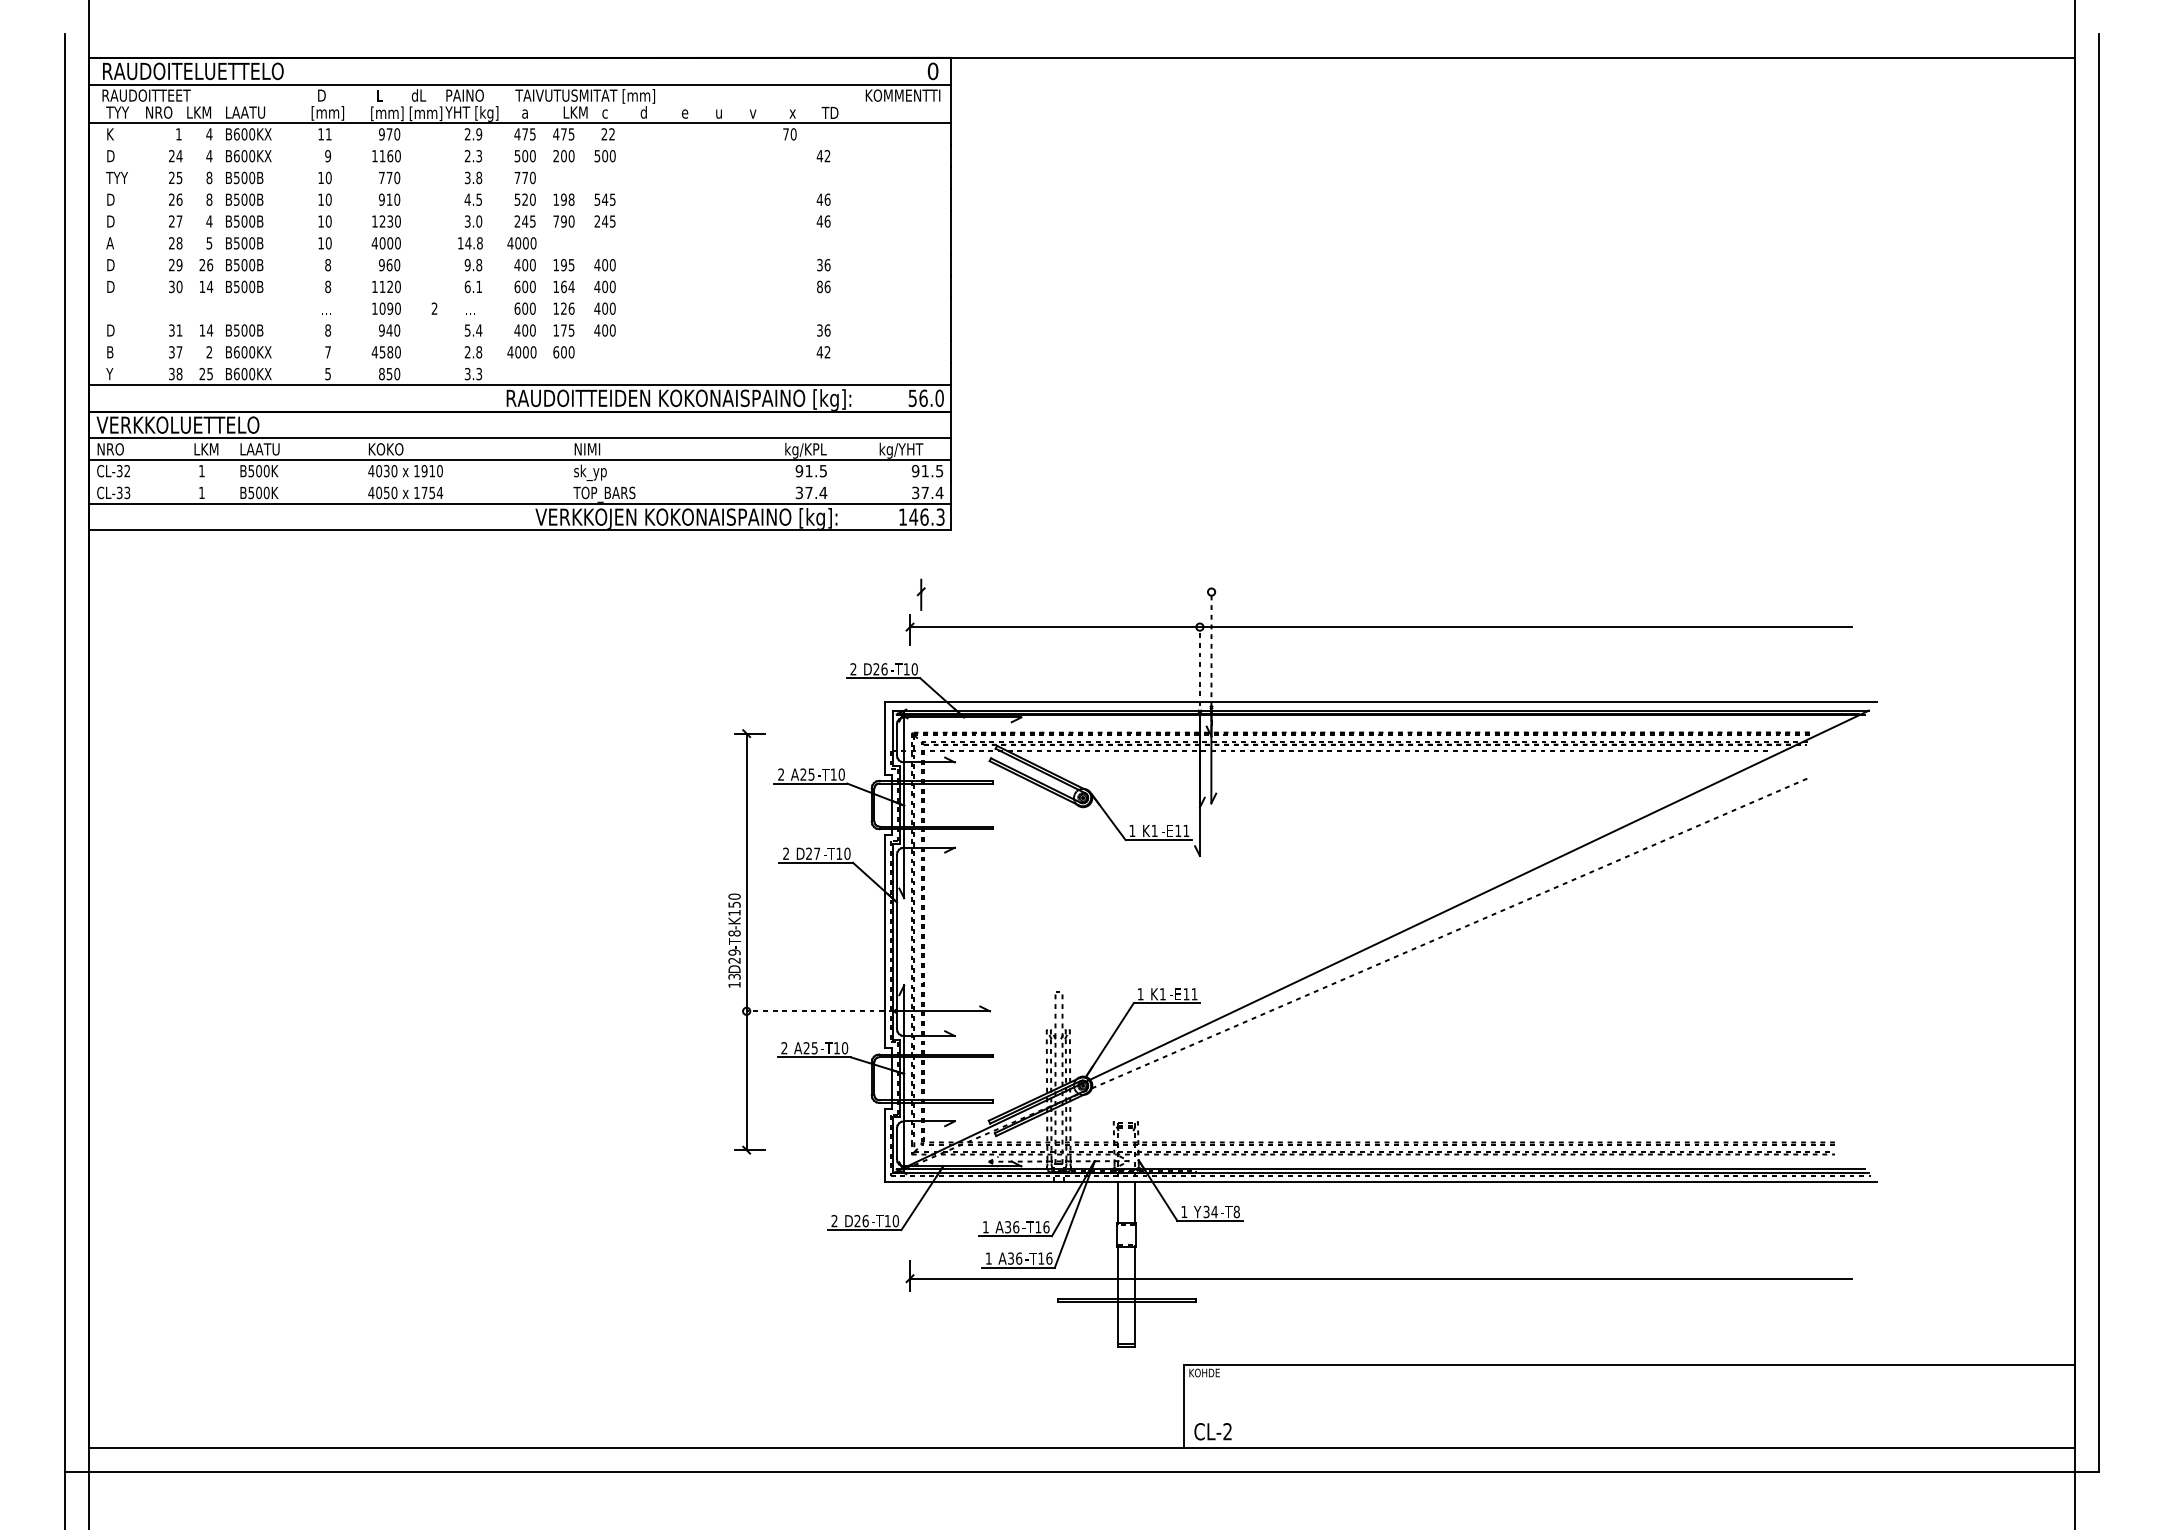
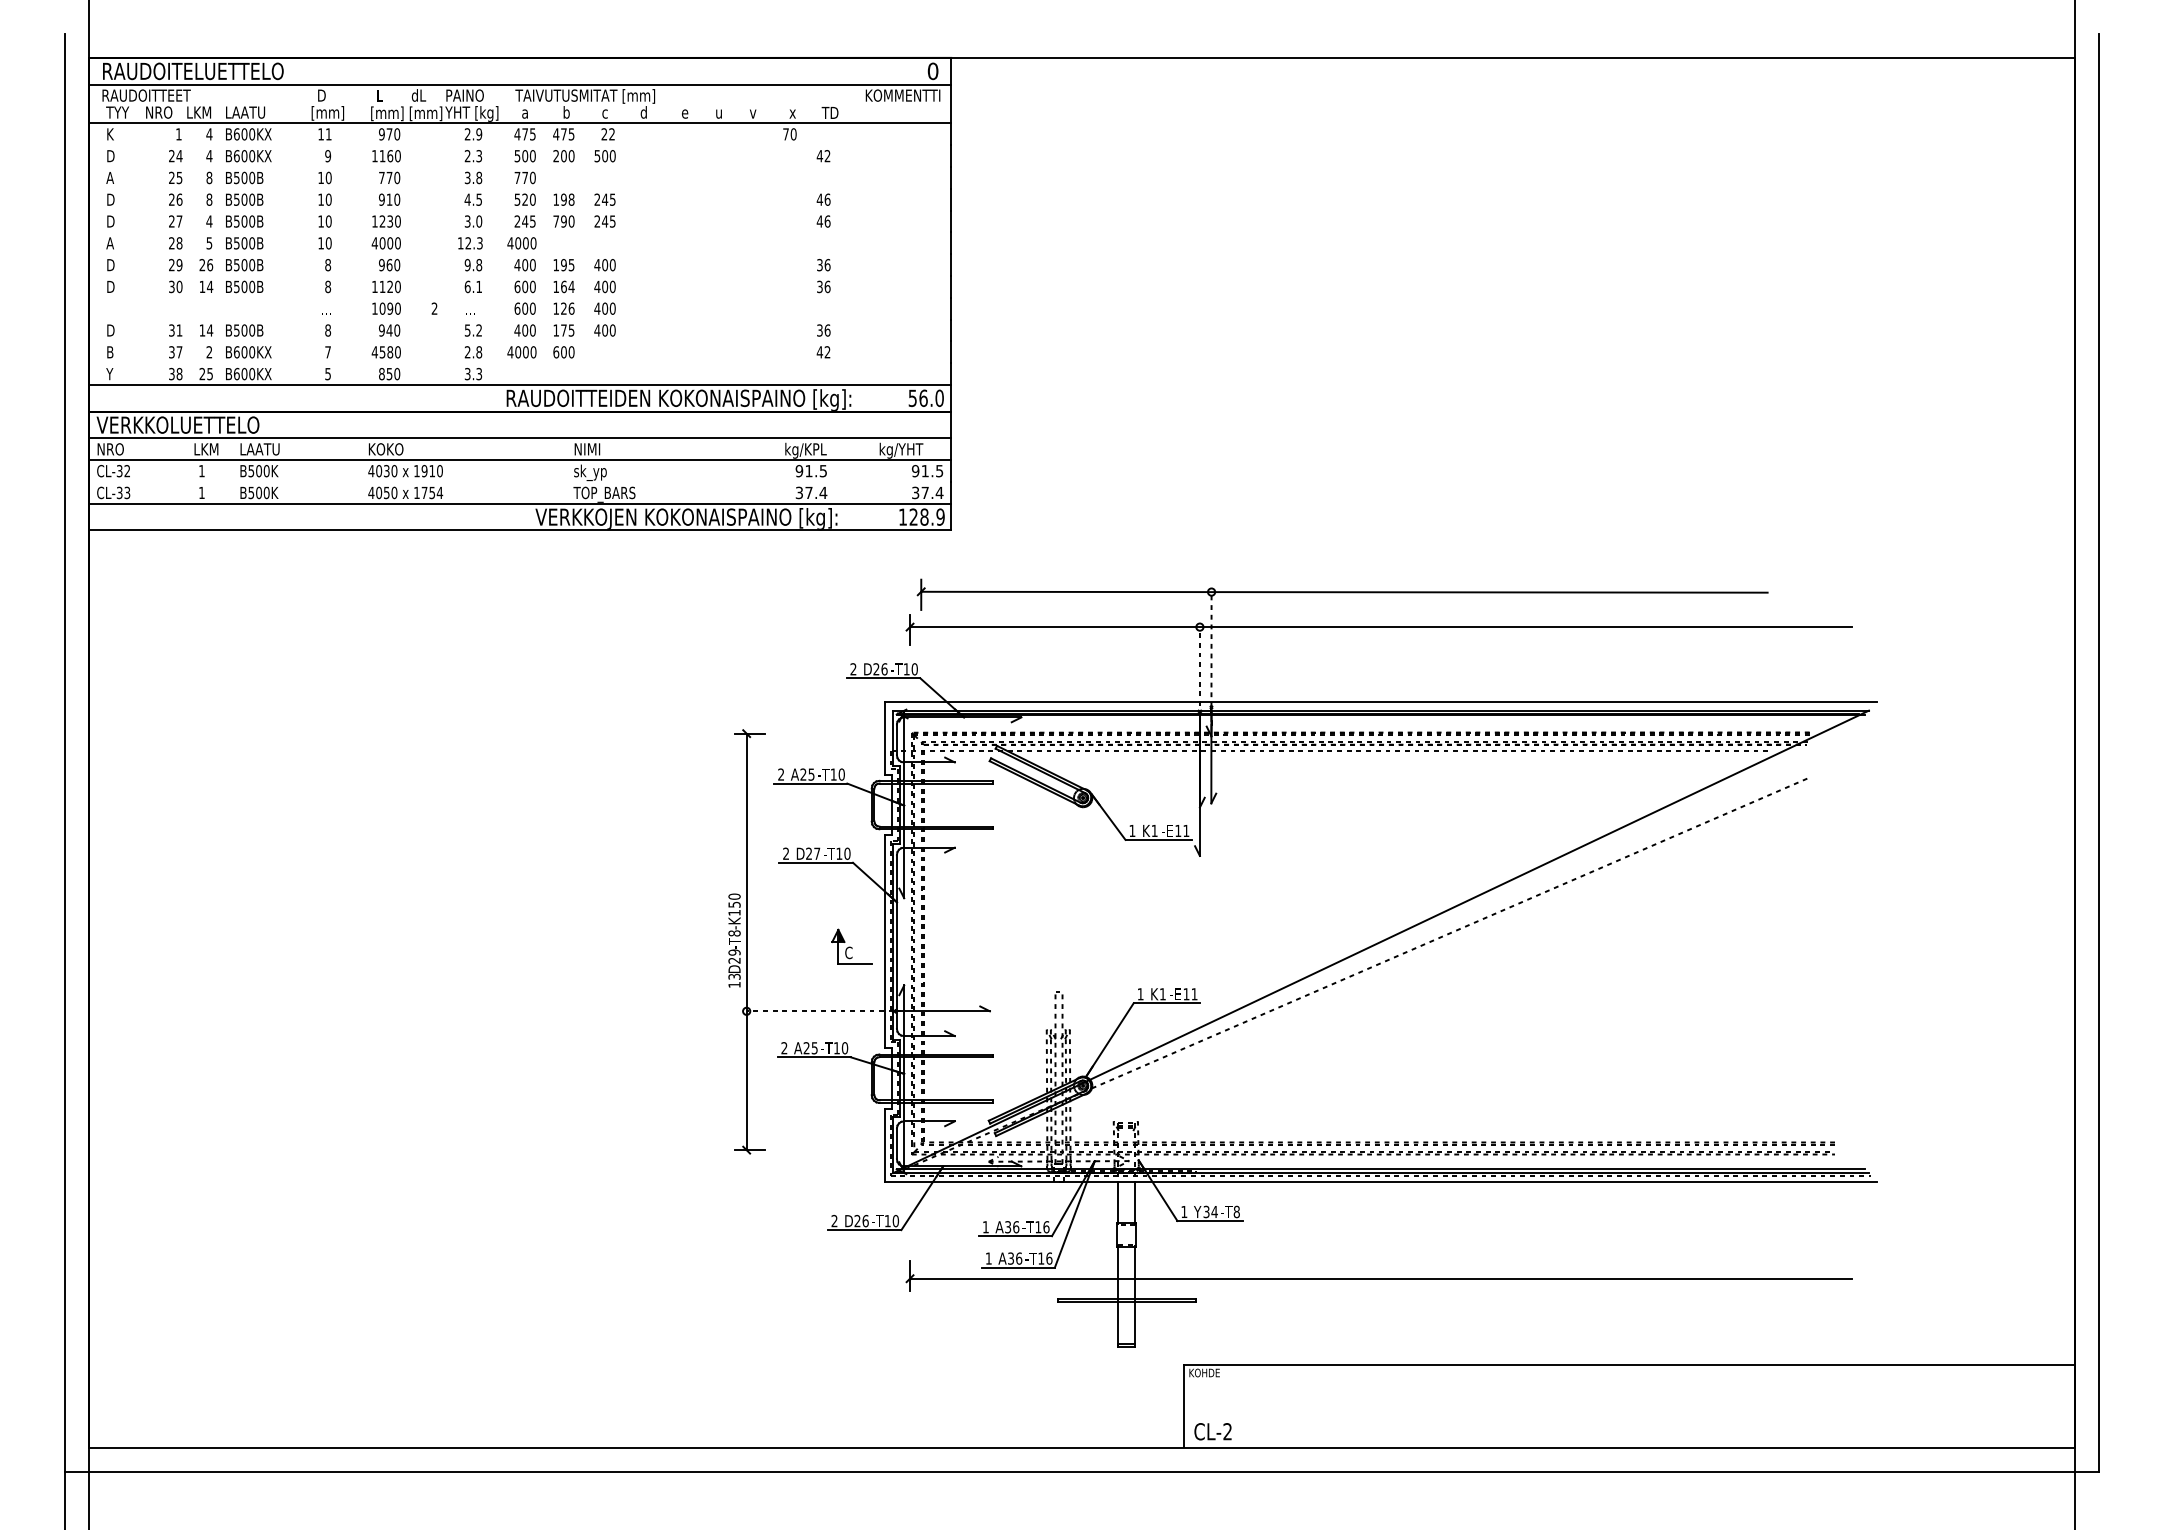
text at (575, 112): LKM -> b
text at (116, 177): TYY -> A
text at (597, 199): 545 -> 245
text at (473, 243): 14.8 -> 12.3
text at (819, 286): 86 -> 36
text at (479, 330): 5.4 -> 5.2
text at (926, 516): 146.3 -> 128.9
line at (1344, 591): none -> present
part at (851, 946): none -> present
